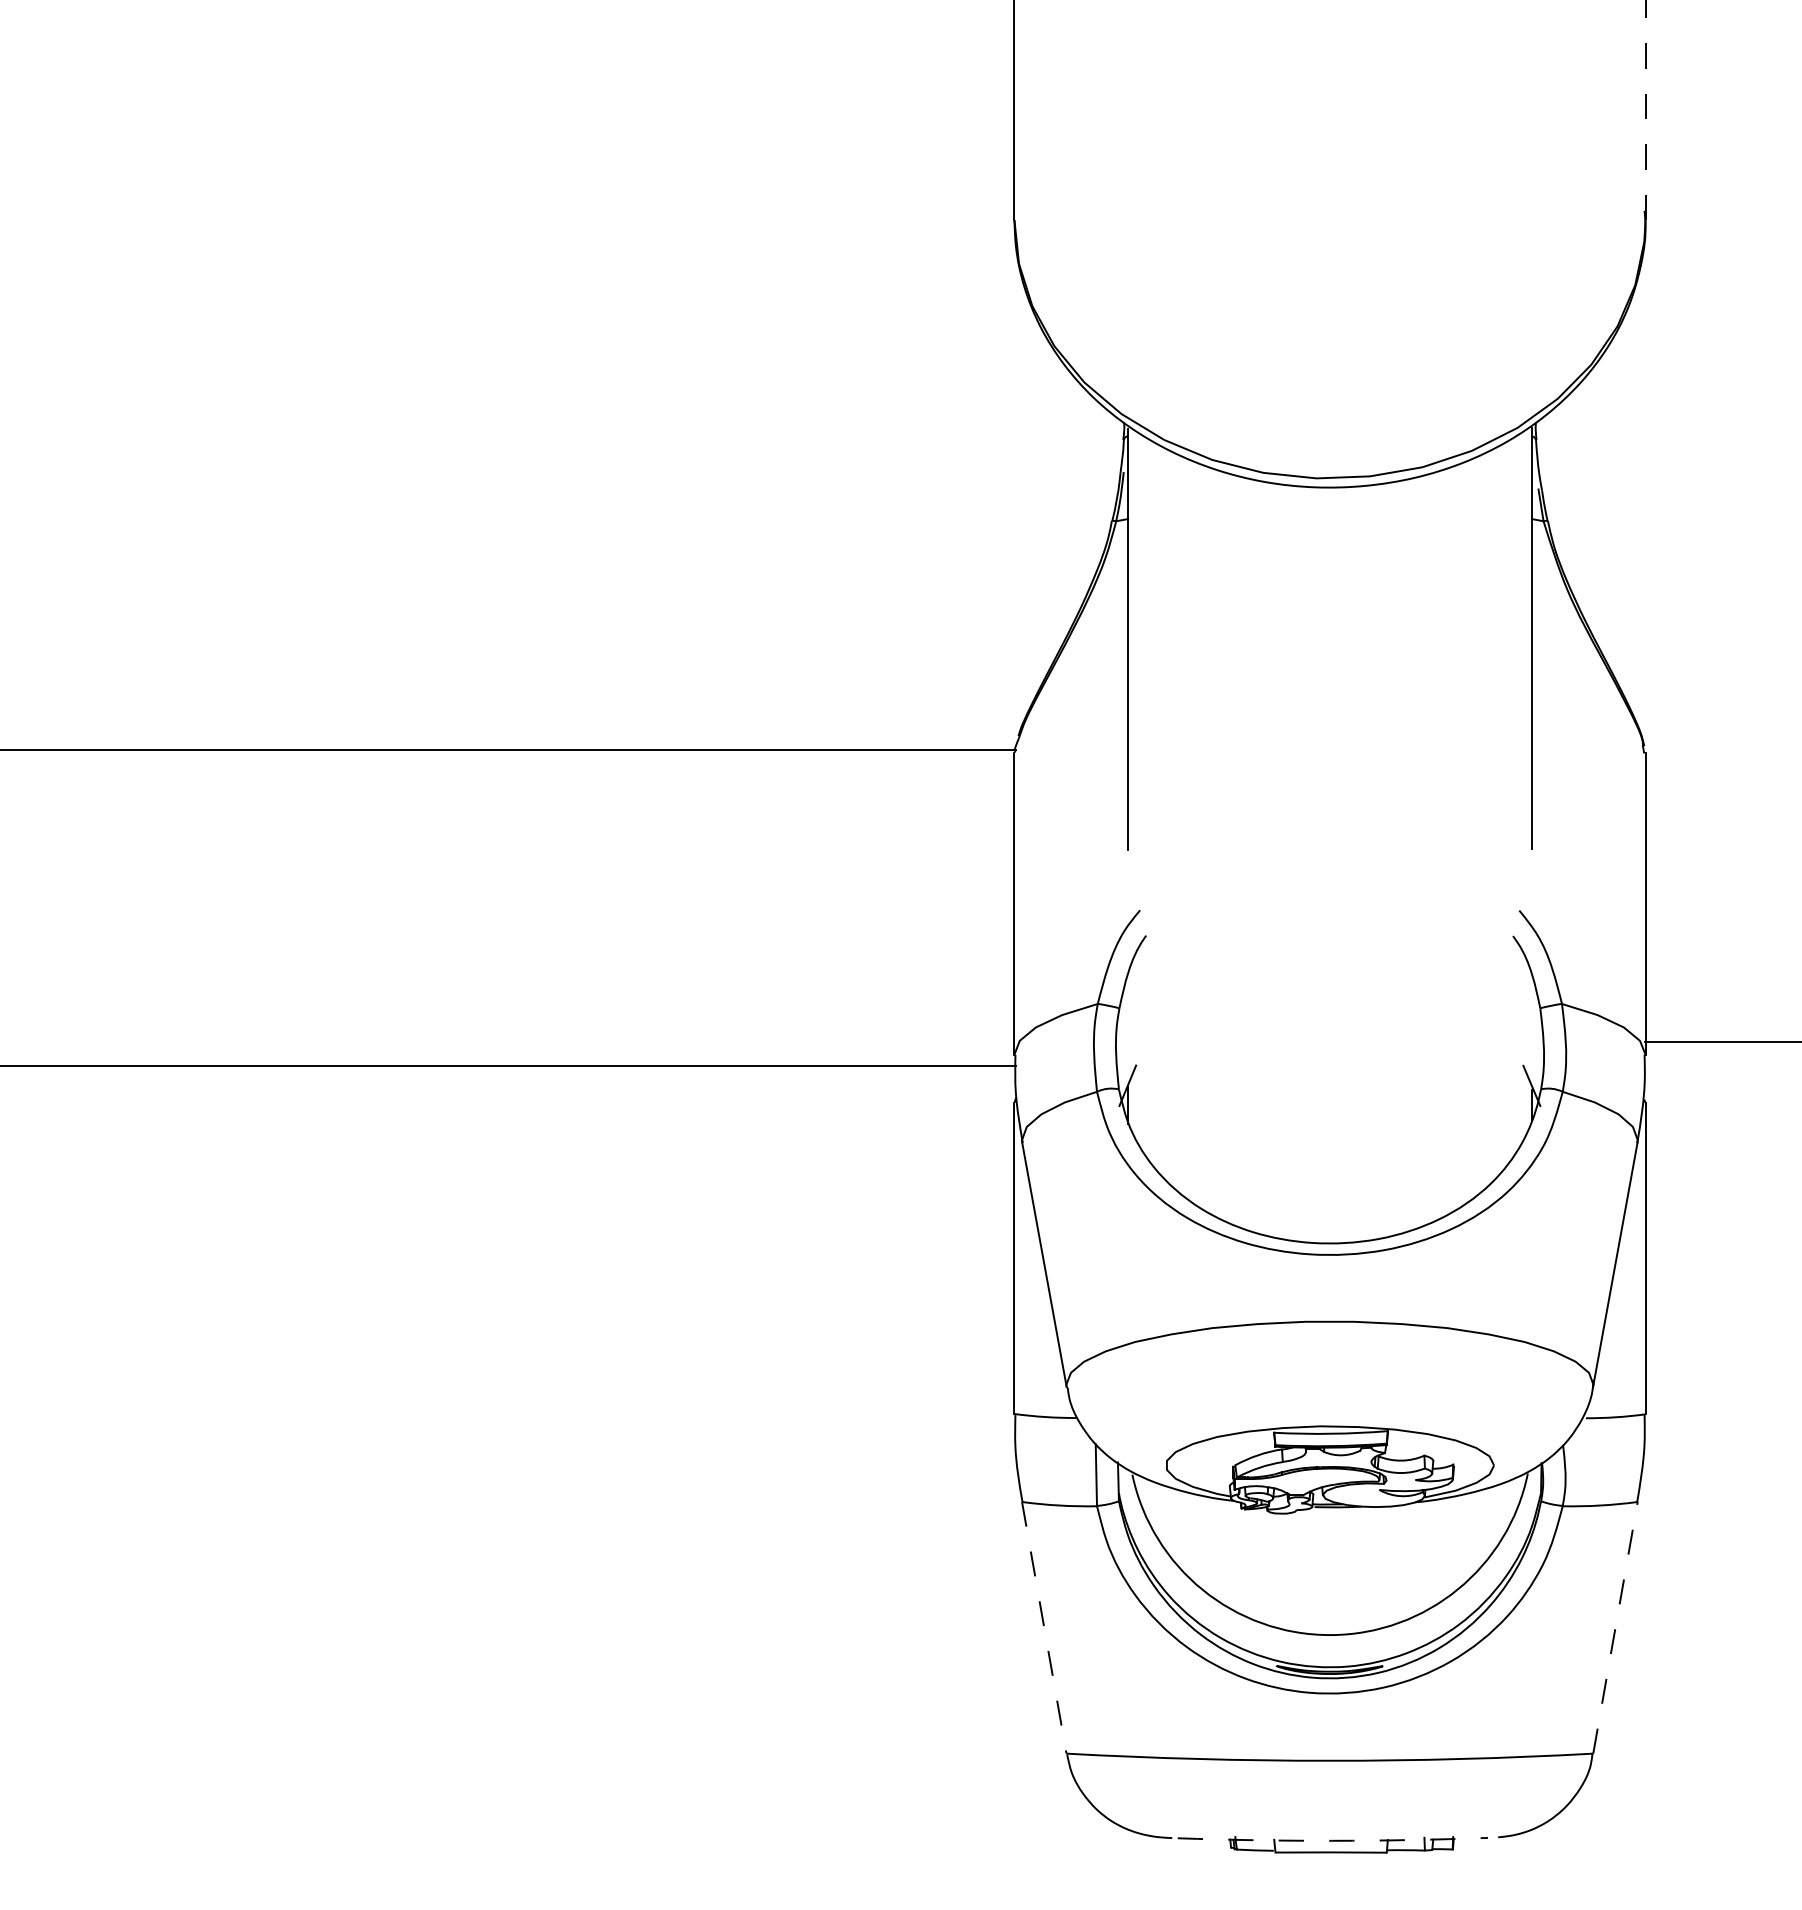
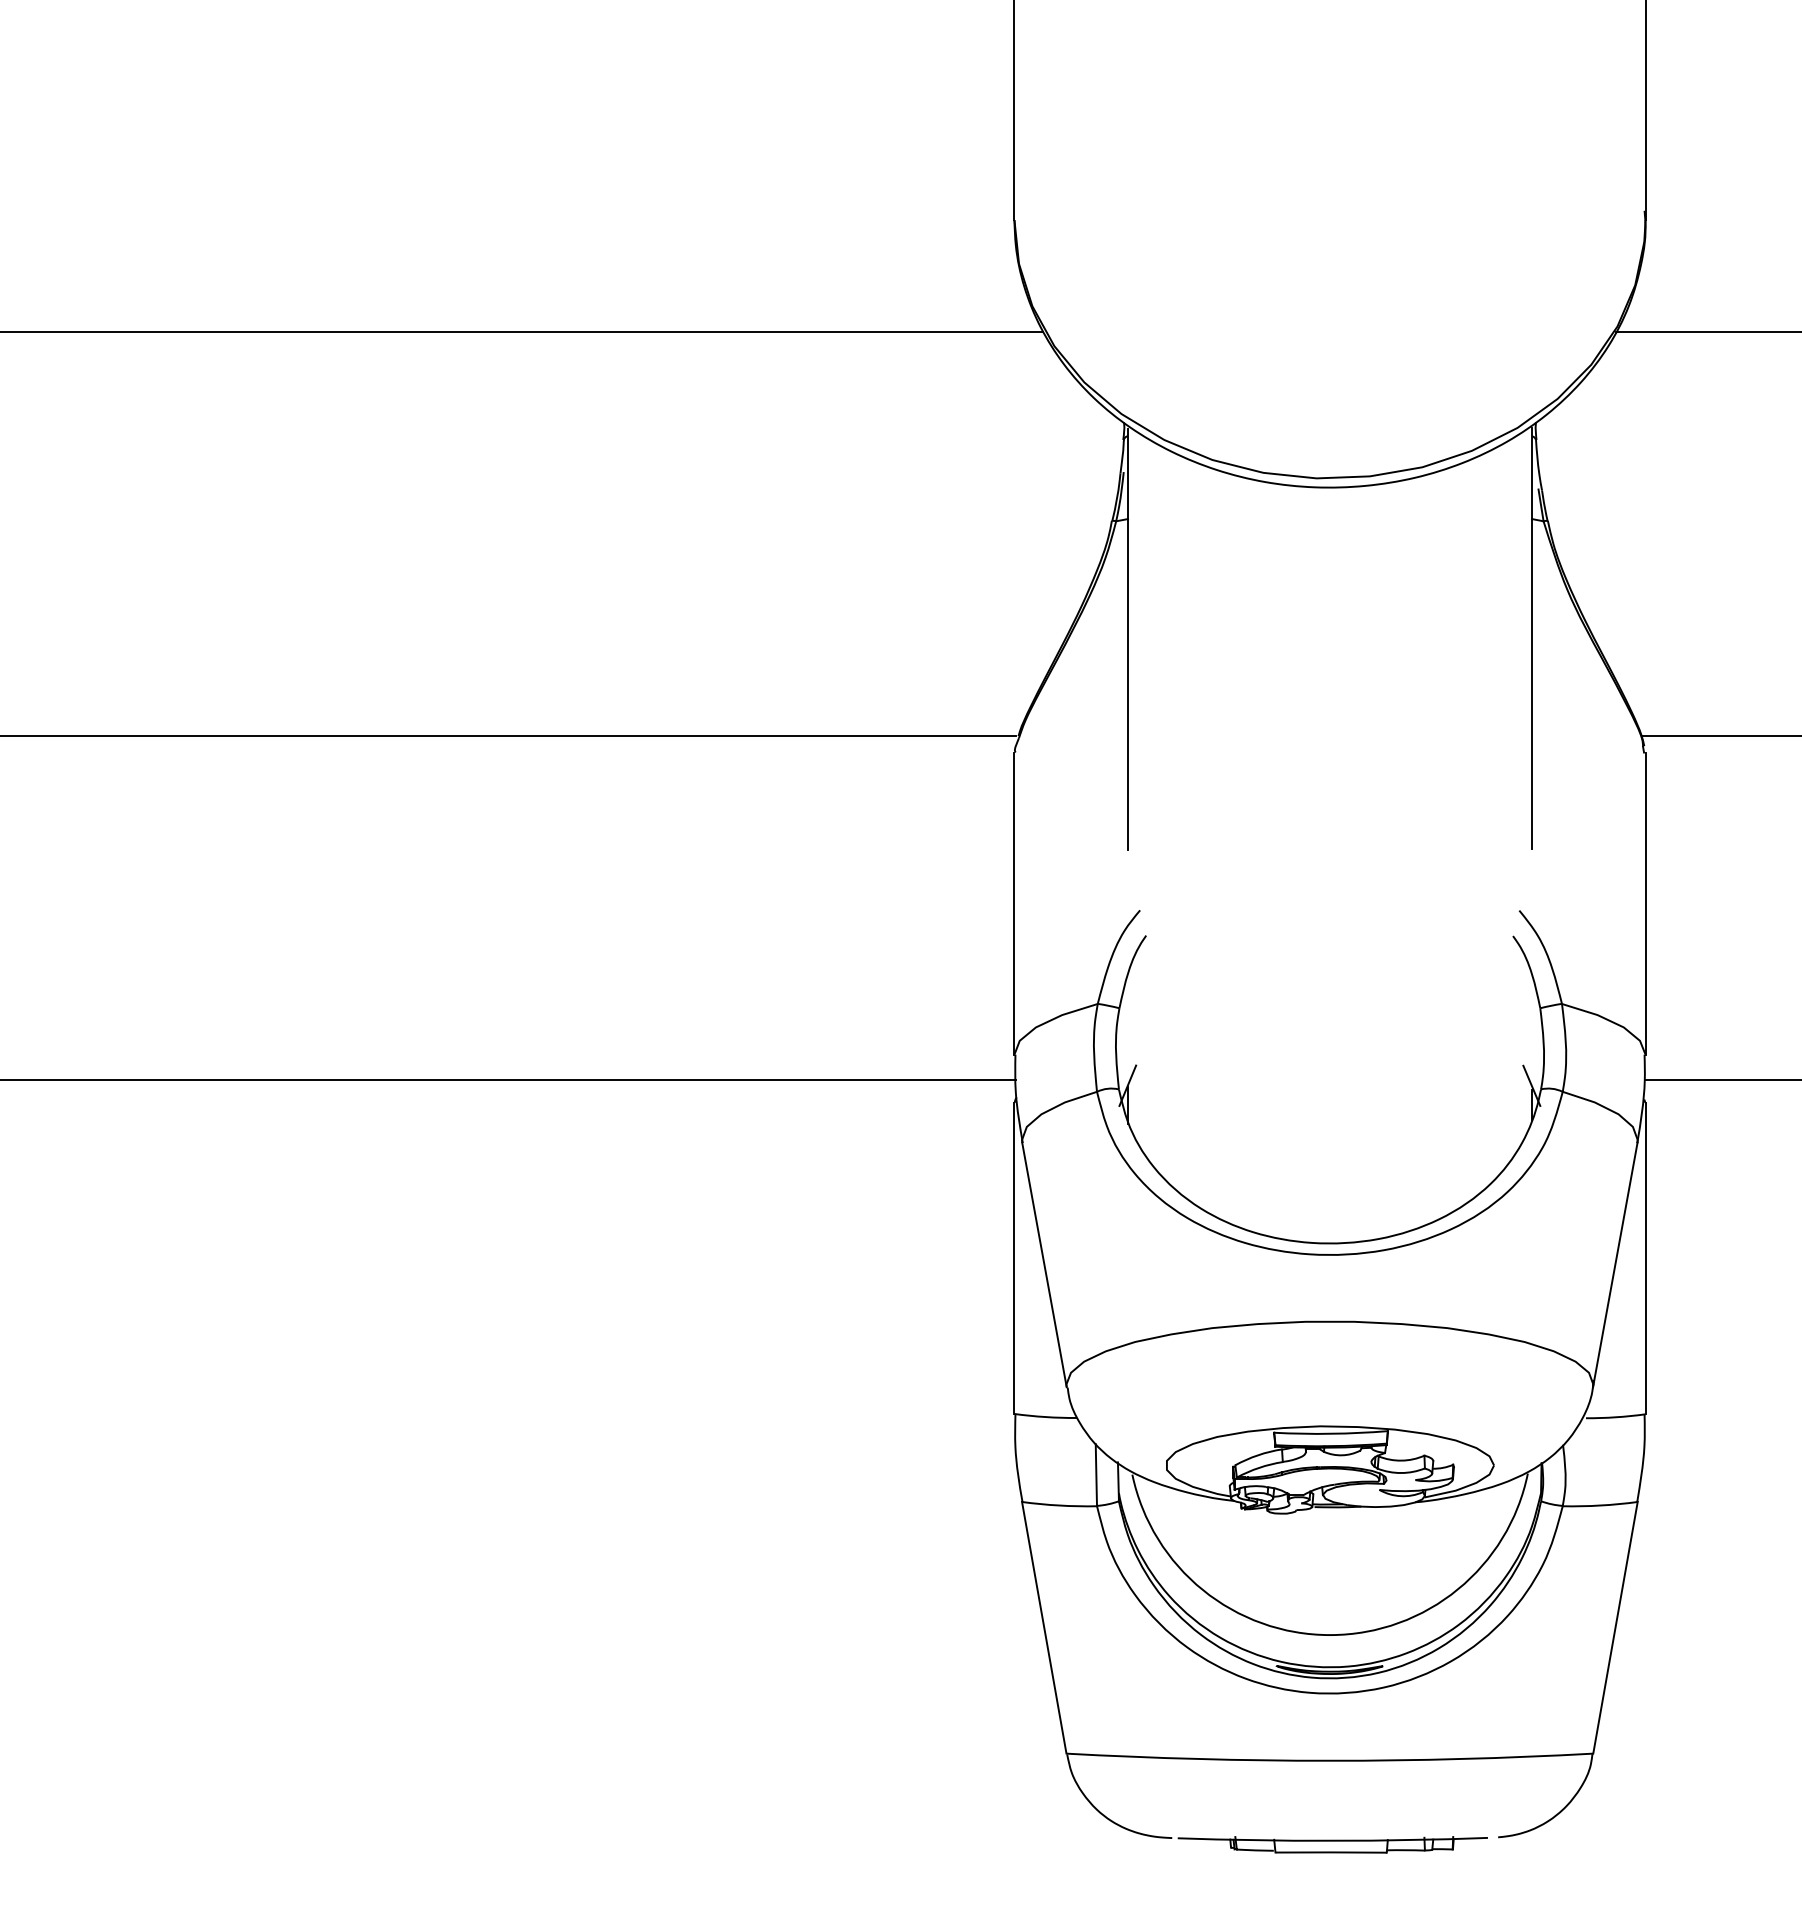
line at (1645, 110): dashed -> solid
line at (522, 331): none -> present
line at (1706, 331): none -> present
line at (1719, 735): none -> present
line at (509, 749) position: (509, 749) -> (509, 735)
line at (1721, 1041) position: (1721, 1041) -> (1721, 1079)
line at (508, 1065) position: (508, 1065) -> (508, 1079)
line at (1044, 1627): dashed -> solid
line at (1615, 1627): dashed -> solid
arc at (1332, 1840): dashed -> solid
